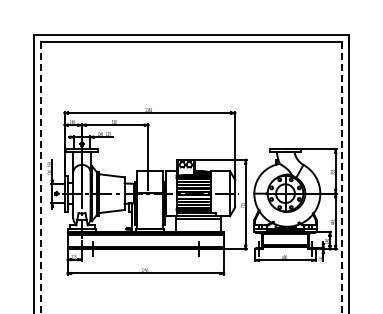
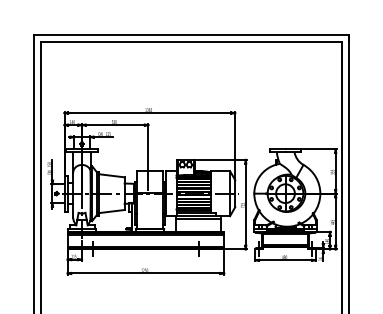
line at (41, 178): dashed -> solid
line at (341, 178): dashed -> solid
